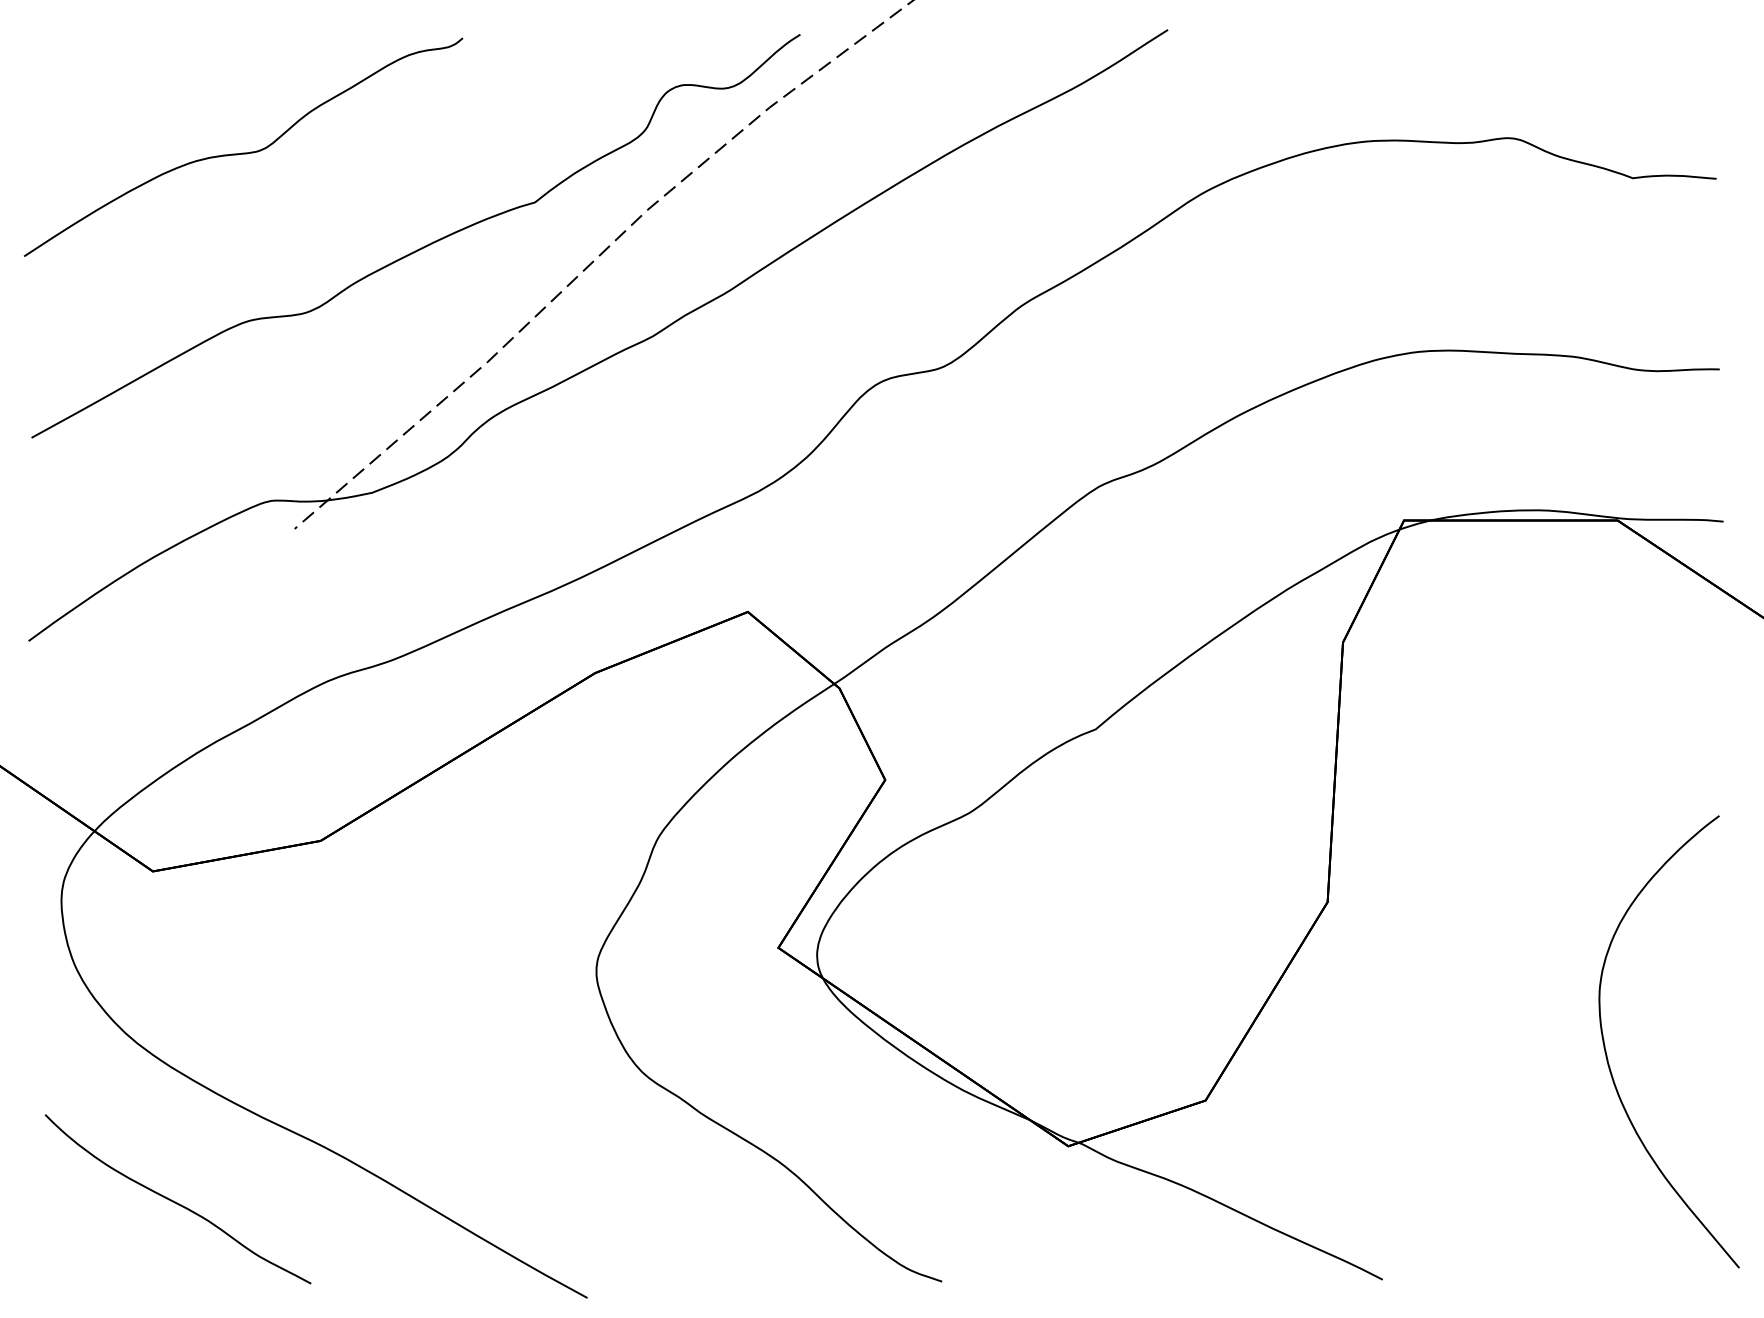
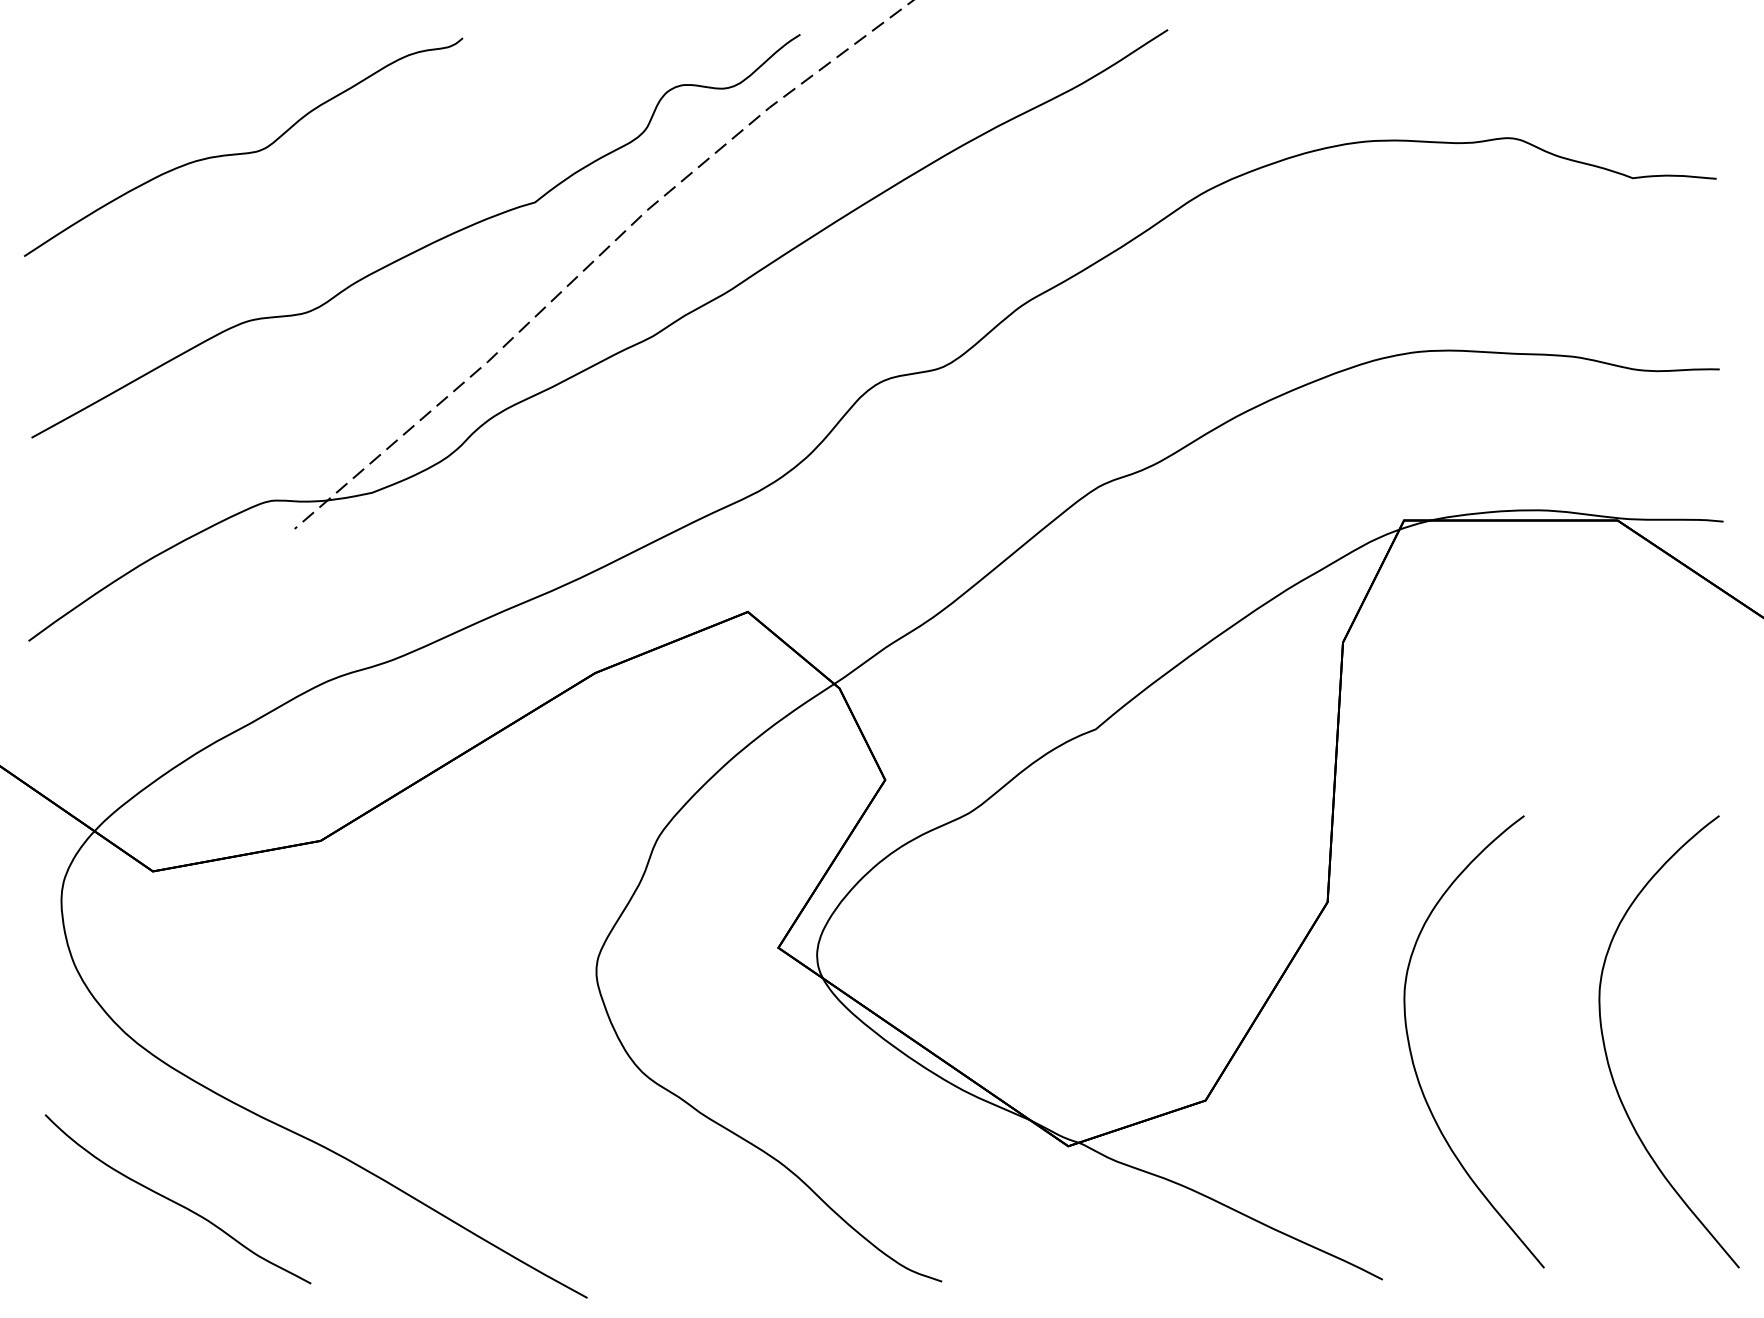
part at (1412, 1054): none -> present
